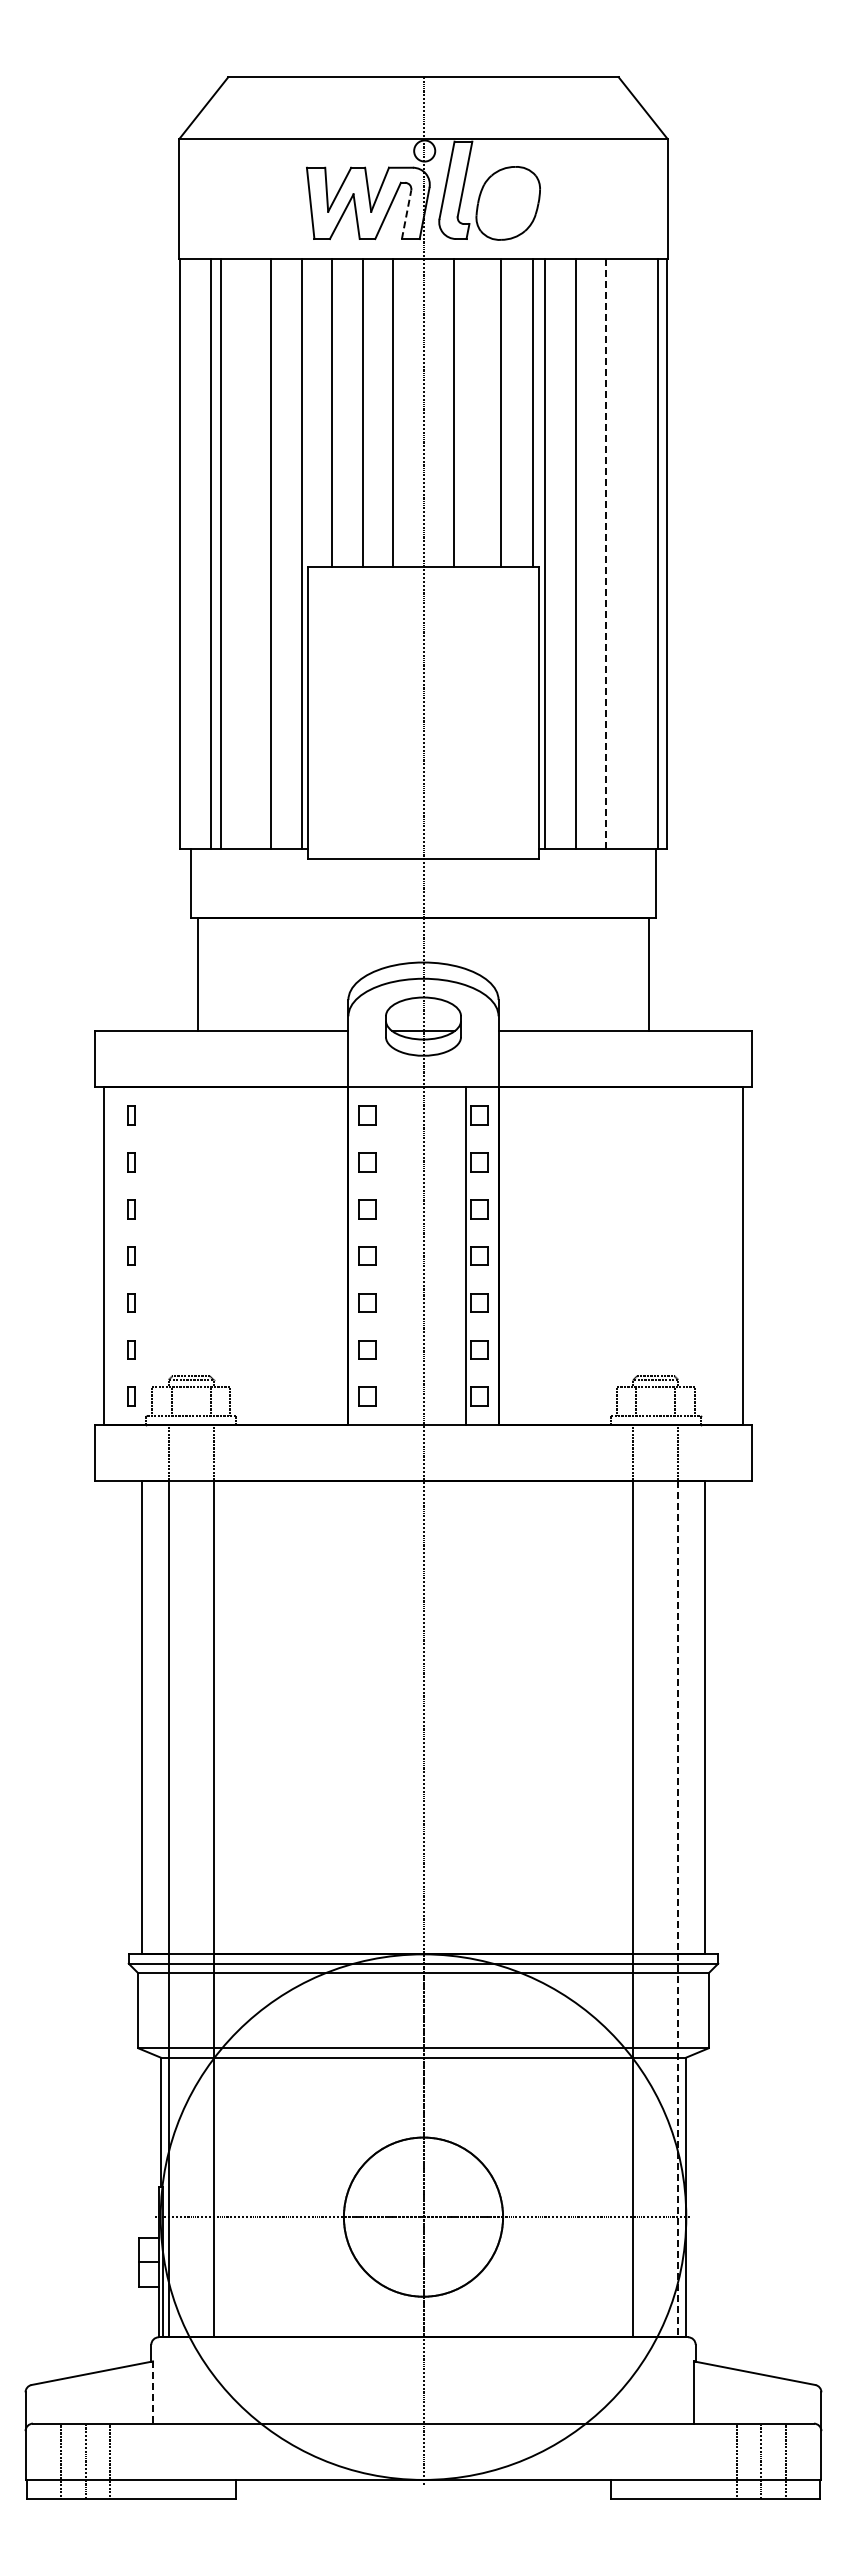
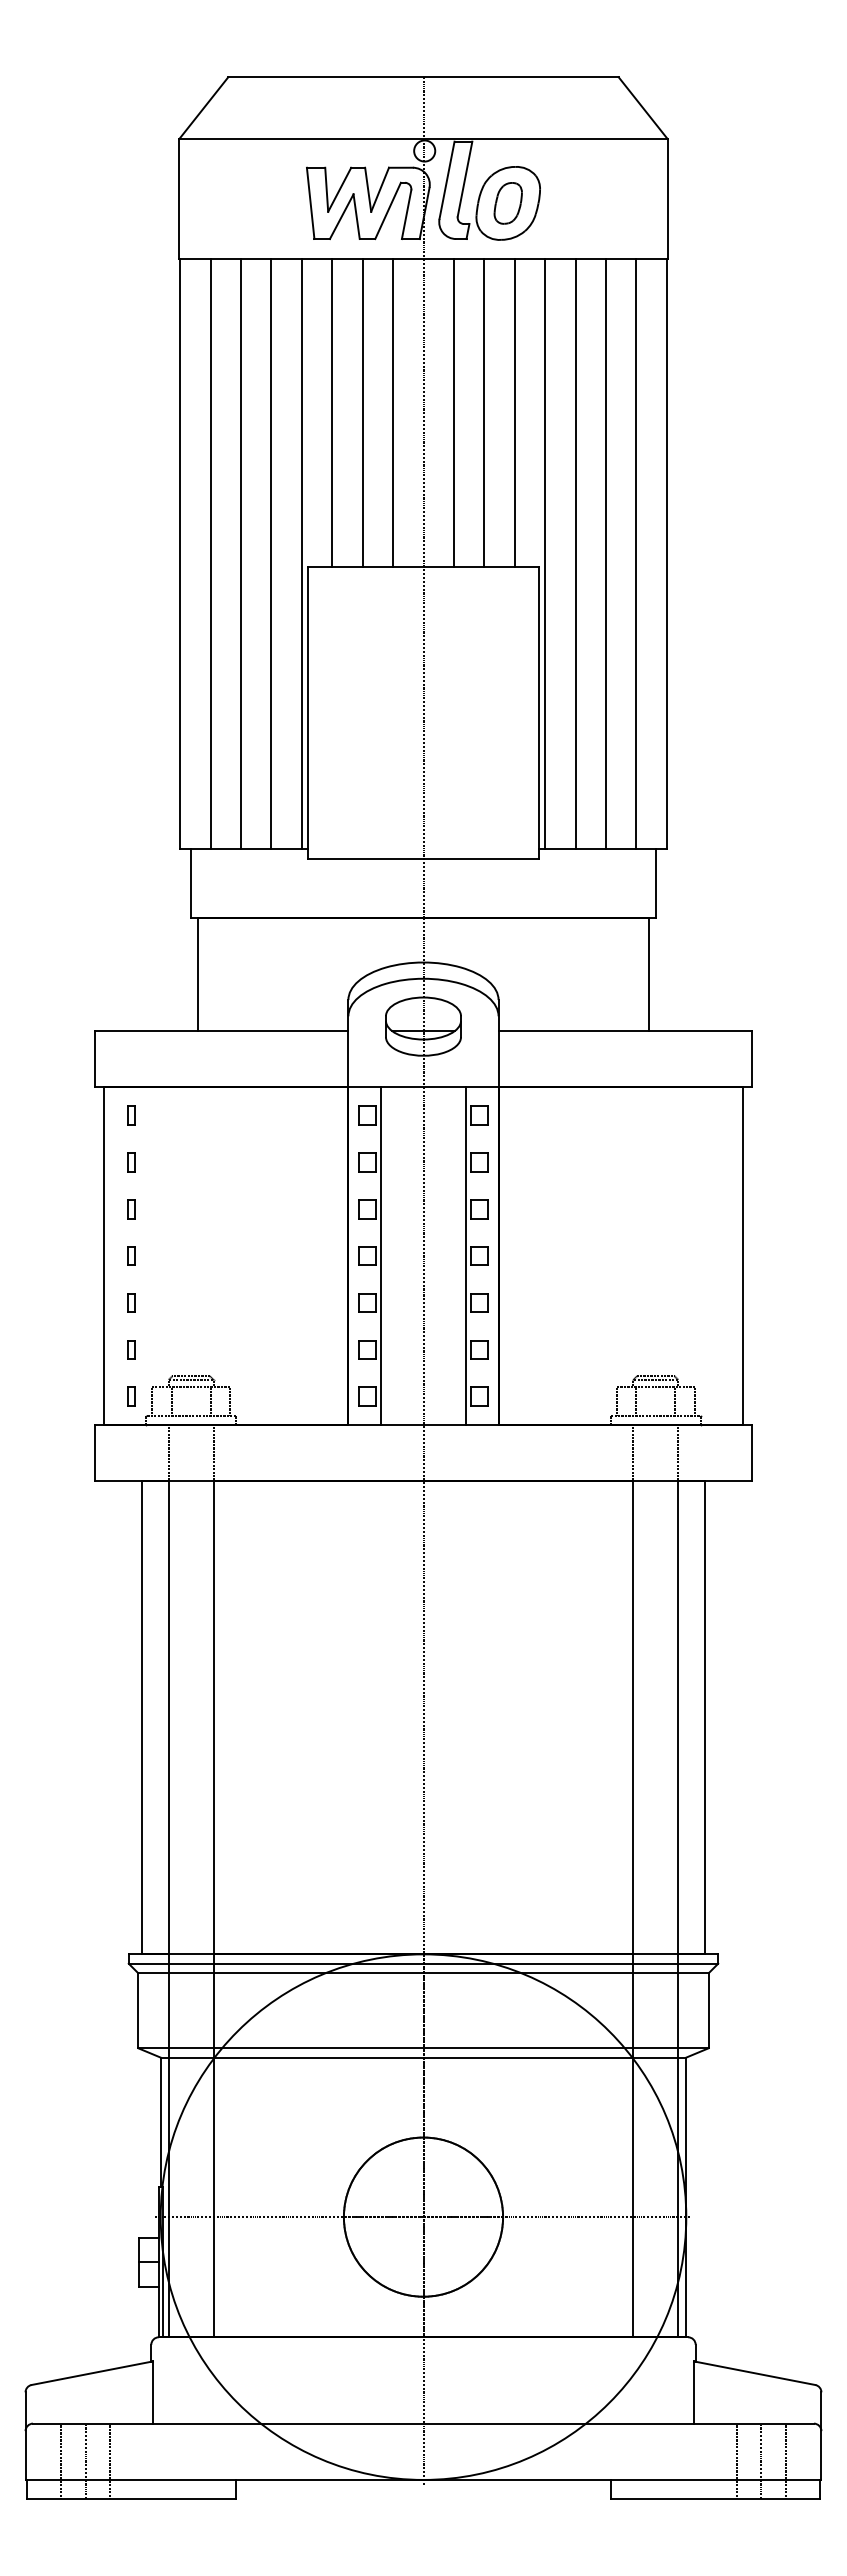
part at (507, 203): none -> present
line at (406, 214): dashed -> solid
line at (501, 412) position: (501, 412) -> (484, 412)
line at (532, 412) position: (532, 412) -> (514, 412)
line at (221, 553) position: (221, 553) -> (241, 553)
line at (605, 553): dashed -> solid
line at (658, 553) position: (658, 553) -> (636, 553)
line at (380, 1256): none -> present
line at (678, 1909): dashed -> solid
line at (152, 2393): dashed -> solid
